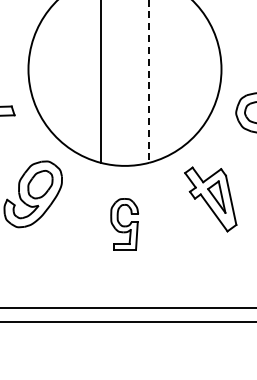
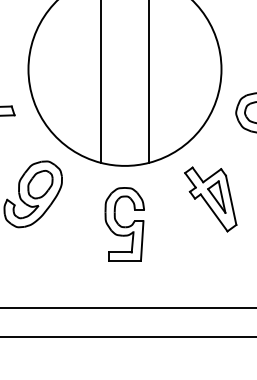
line at (149, 81): dashed -> solid
part at (124, 224) size: 30x53 px -> 41x75 px
line at (127, 322) position: (127, 322) -> (127, 337)
